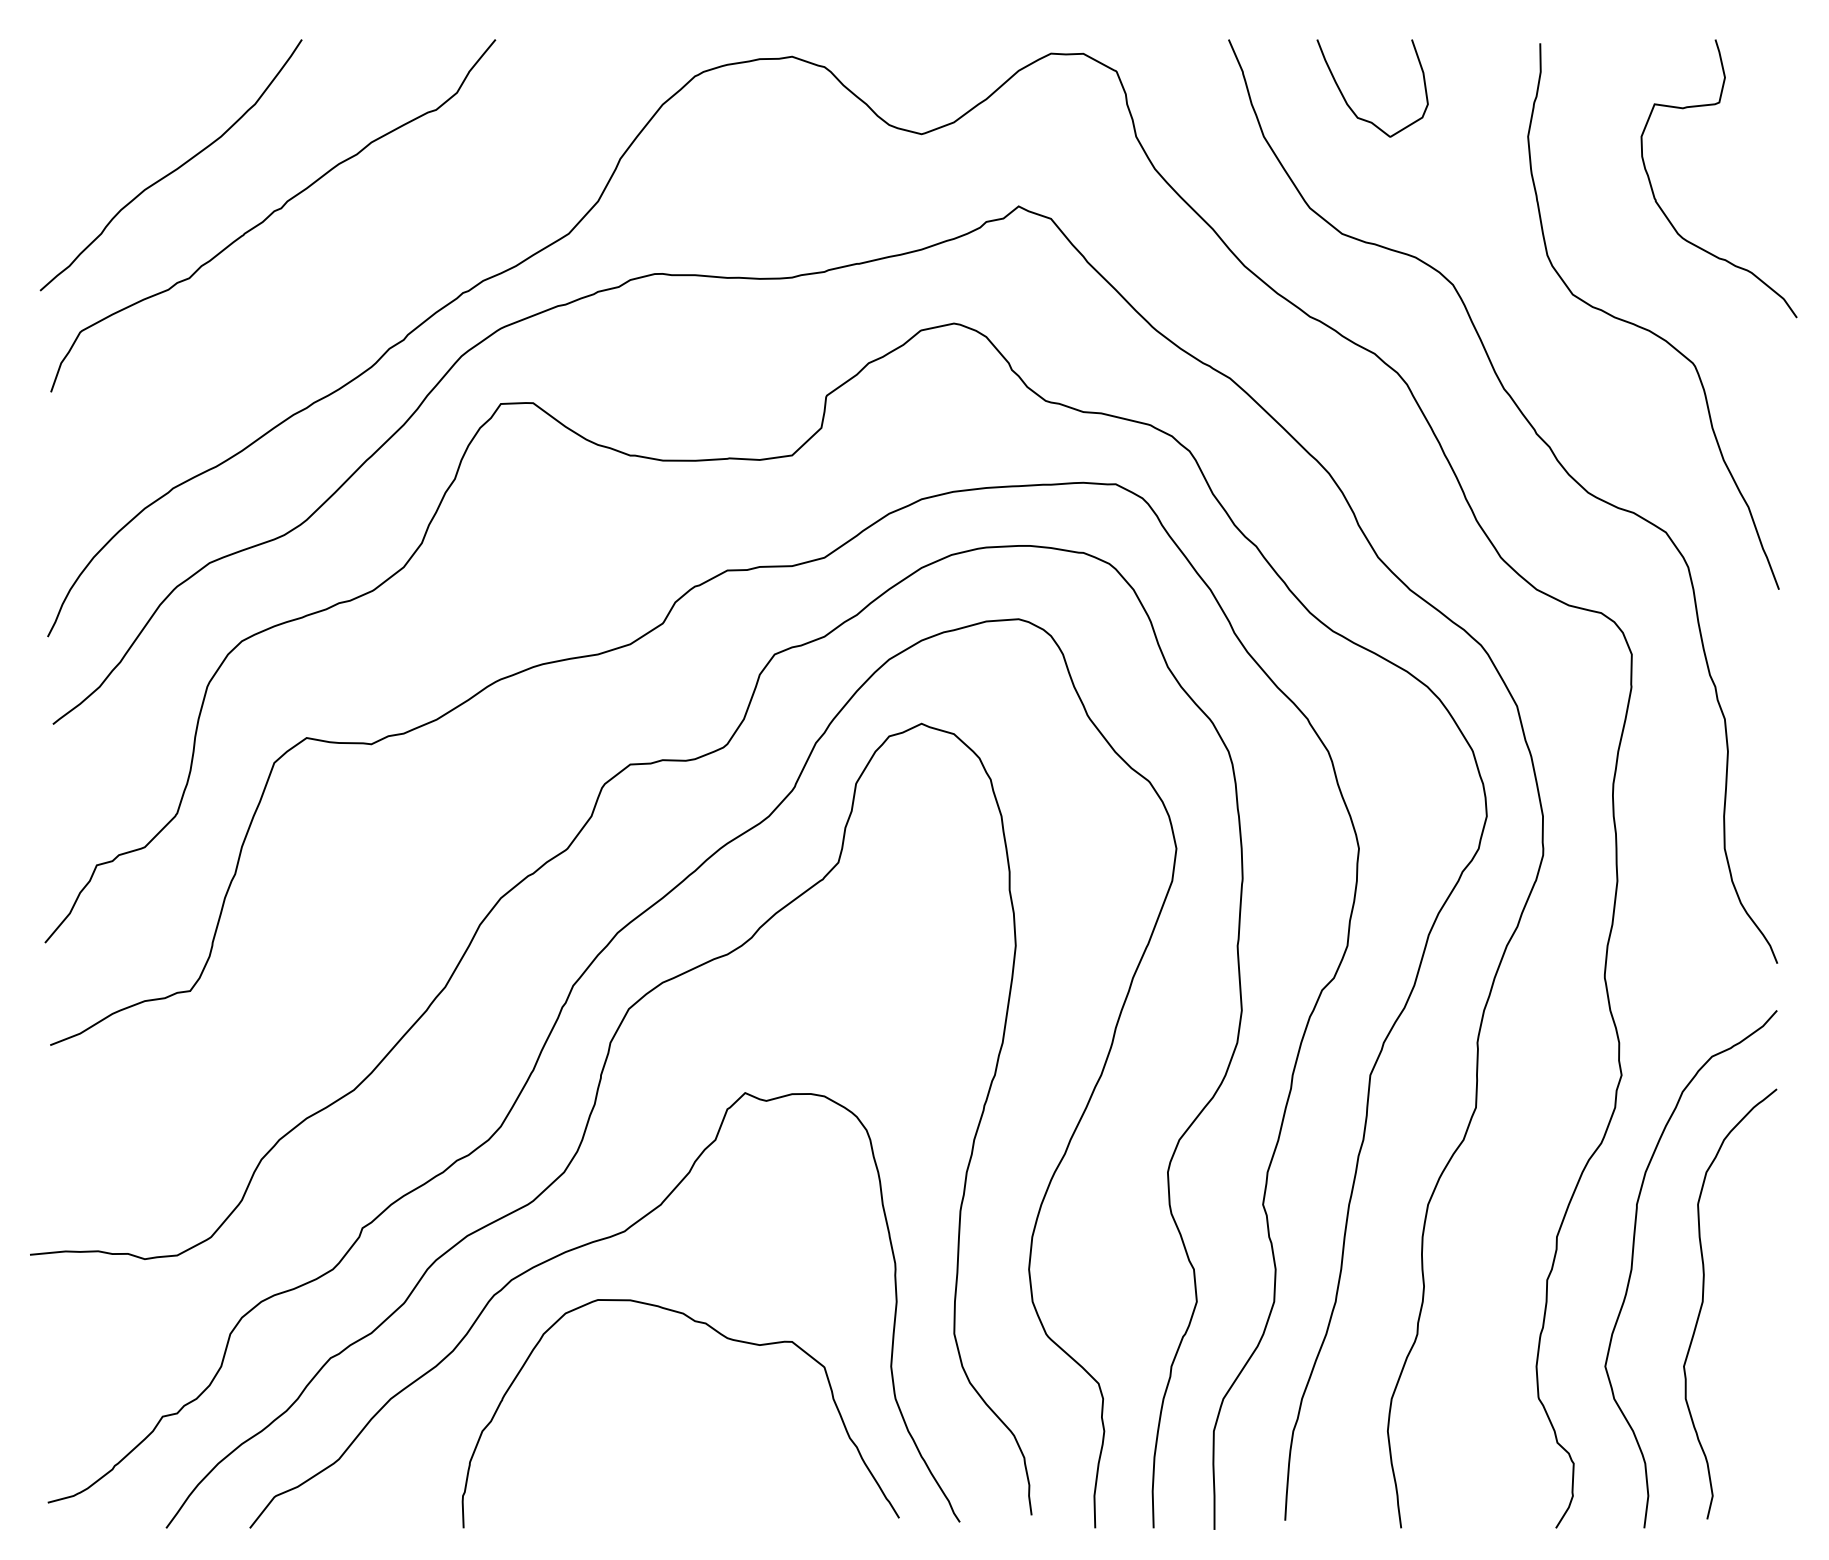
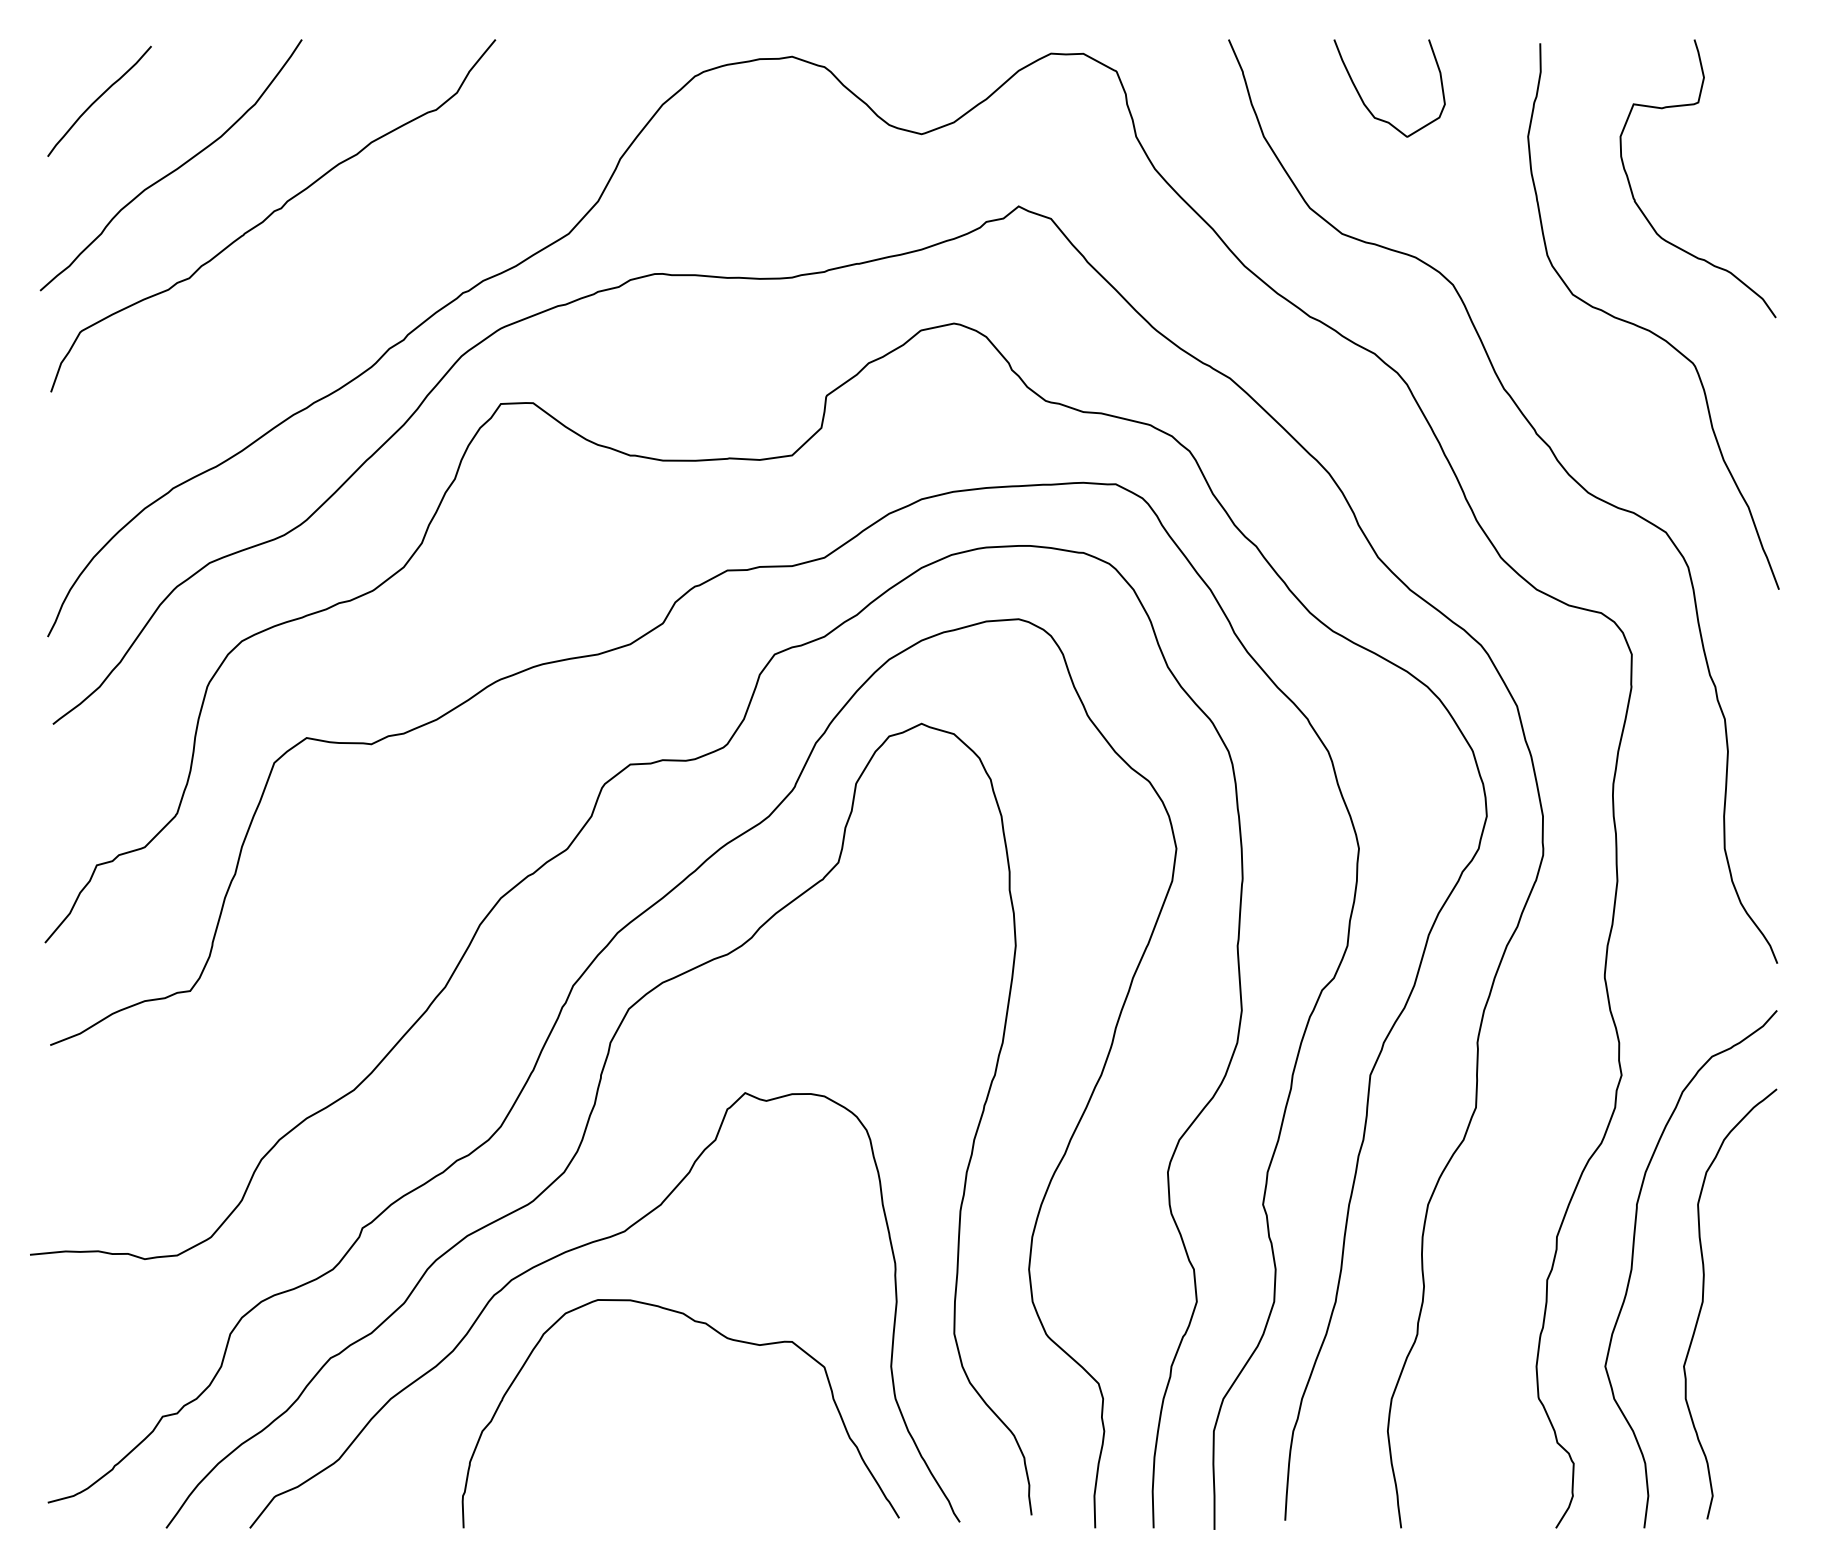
curve at (98, 99): none -> present
curve at (1350, 106) position: (1350, 106) -> (1367, 106)
curve at (1665, 213) position: (1665, 213) -> (1644, 213)
